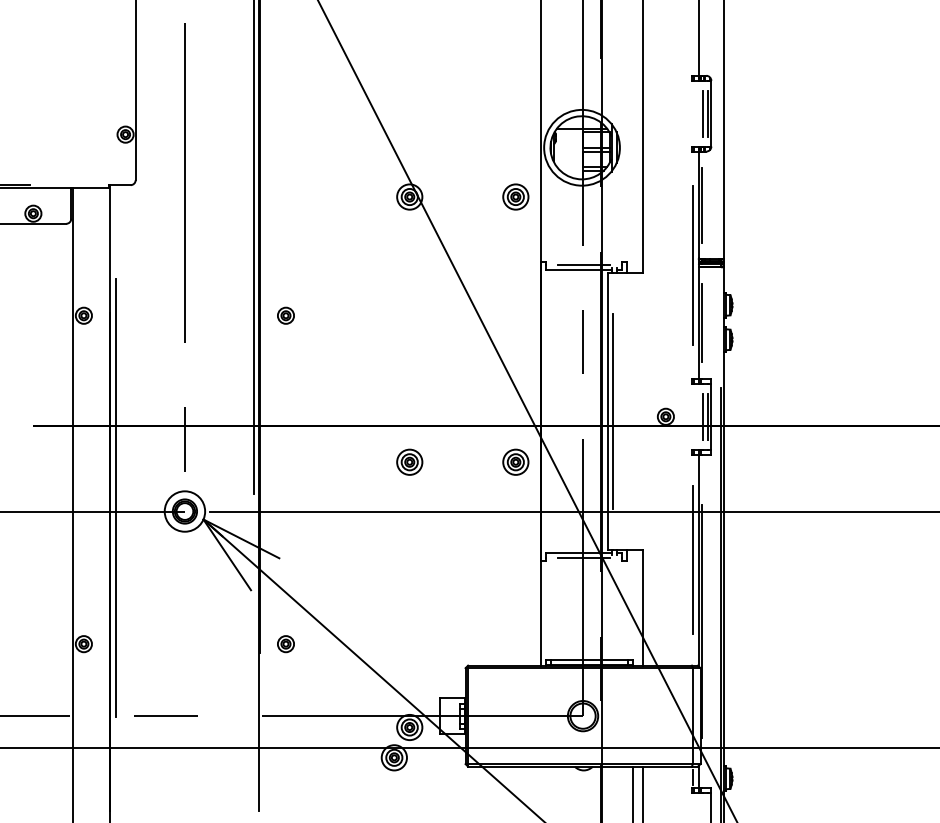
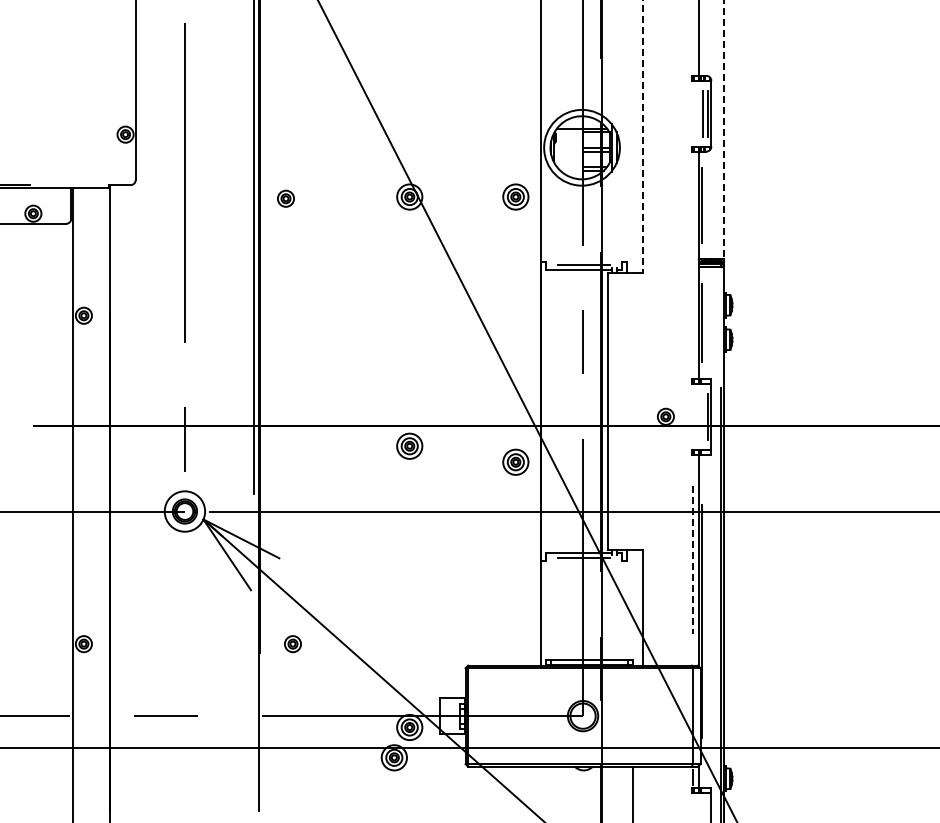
line at (724, 129): solid -> dashed
line at (643, 136): solid -> dashed
line at (693, 264): present -> none
part at (285, 315) position: (285, 315) -> (285, 198)
line at (613, 411): present -> none
line at (703, 416): present -> none
part at (409, 461) position: (409, 461) -> (409, 445)
line at (115, 498): present -> none
line at (693, 560): solid -> dashed
part at (285, 644) position: (285, 644) -> (292, 644)
line at (643, 792): present -> none
